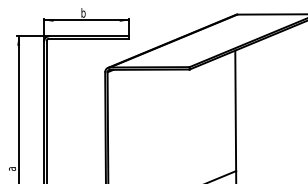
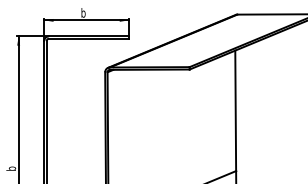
text at (11, 168): a -> b
